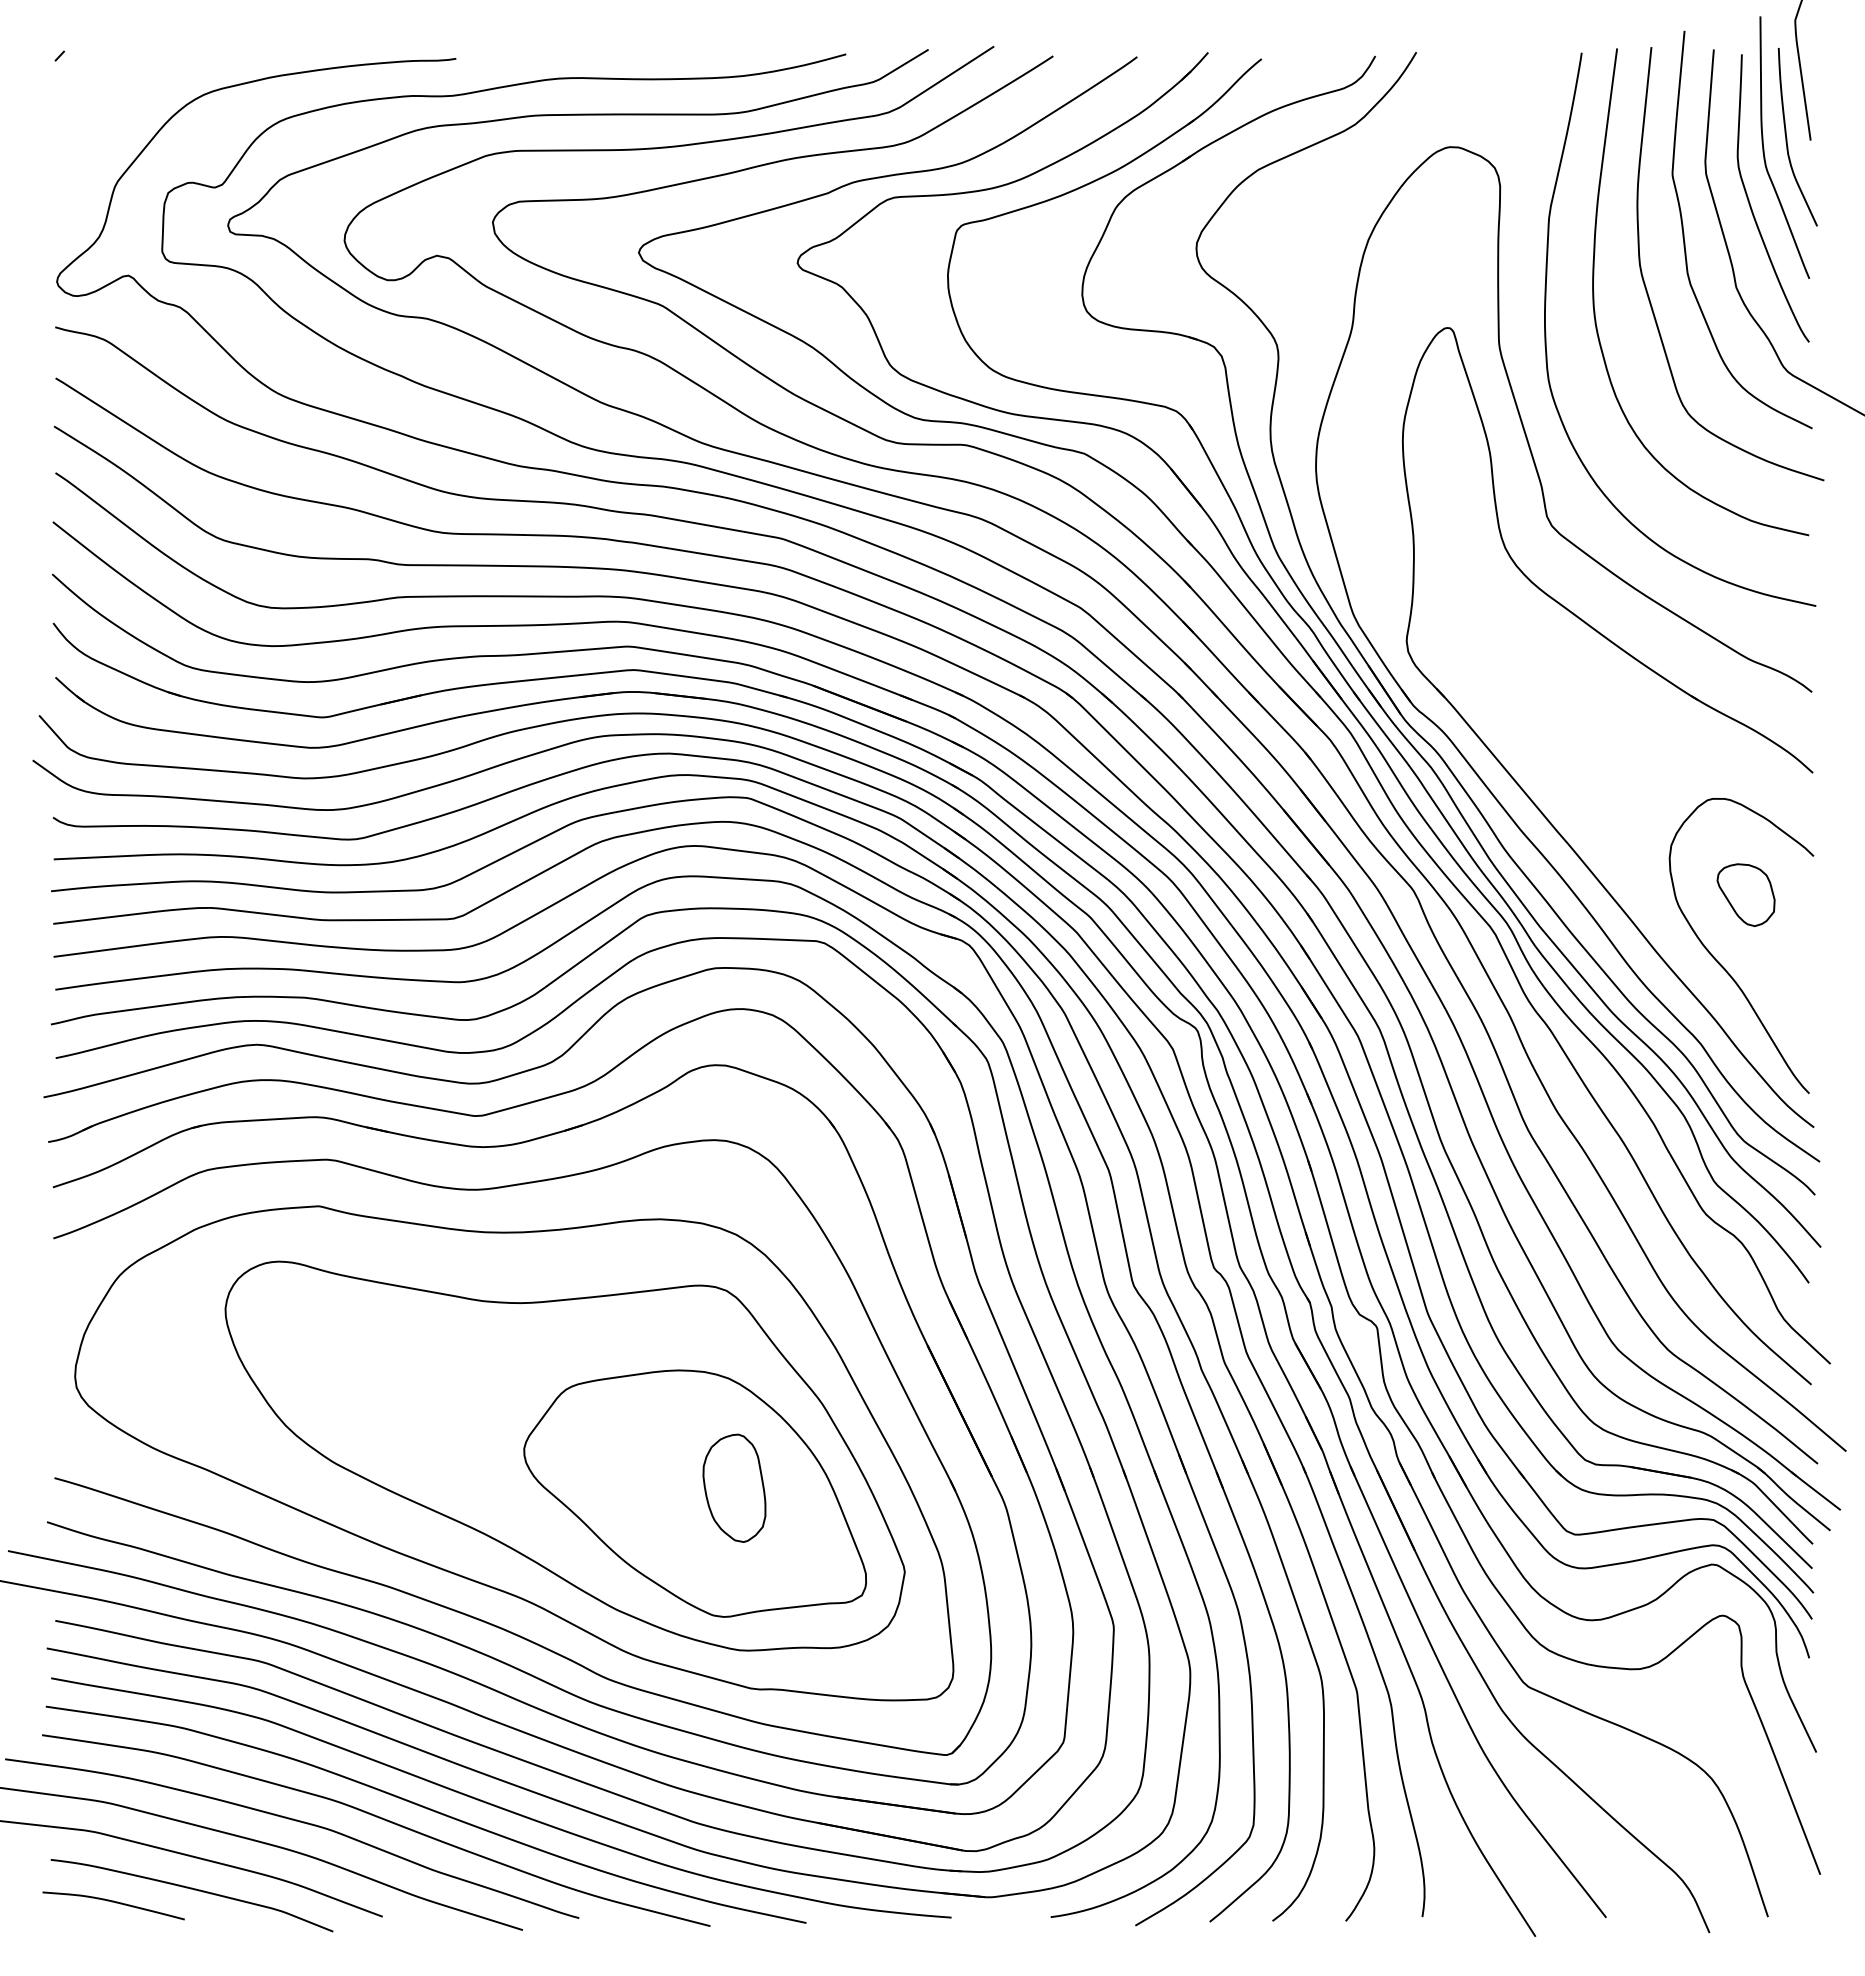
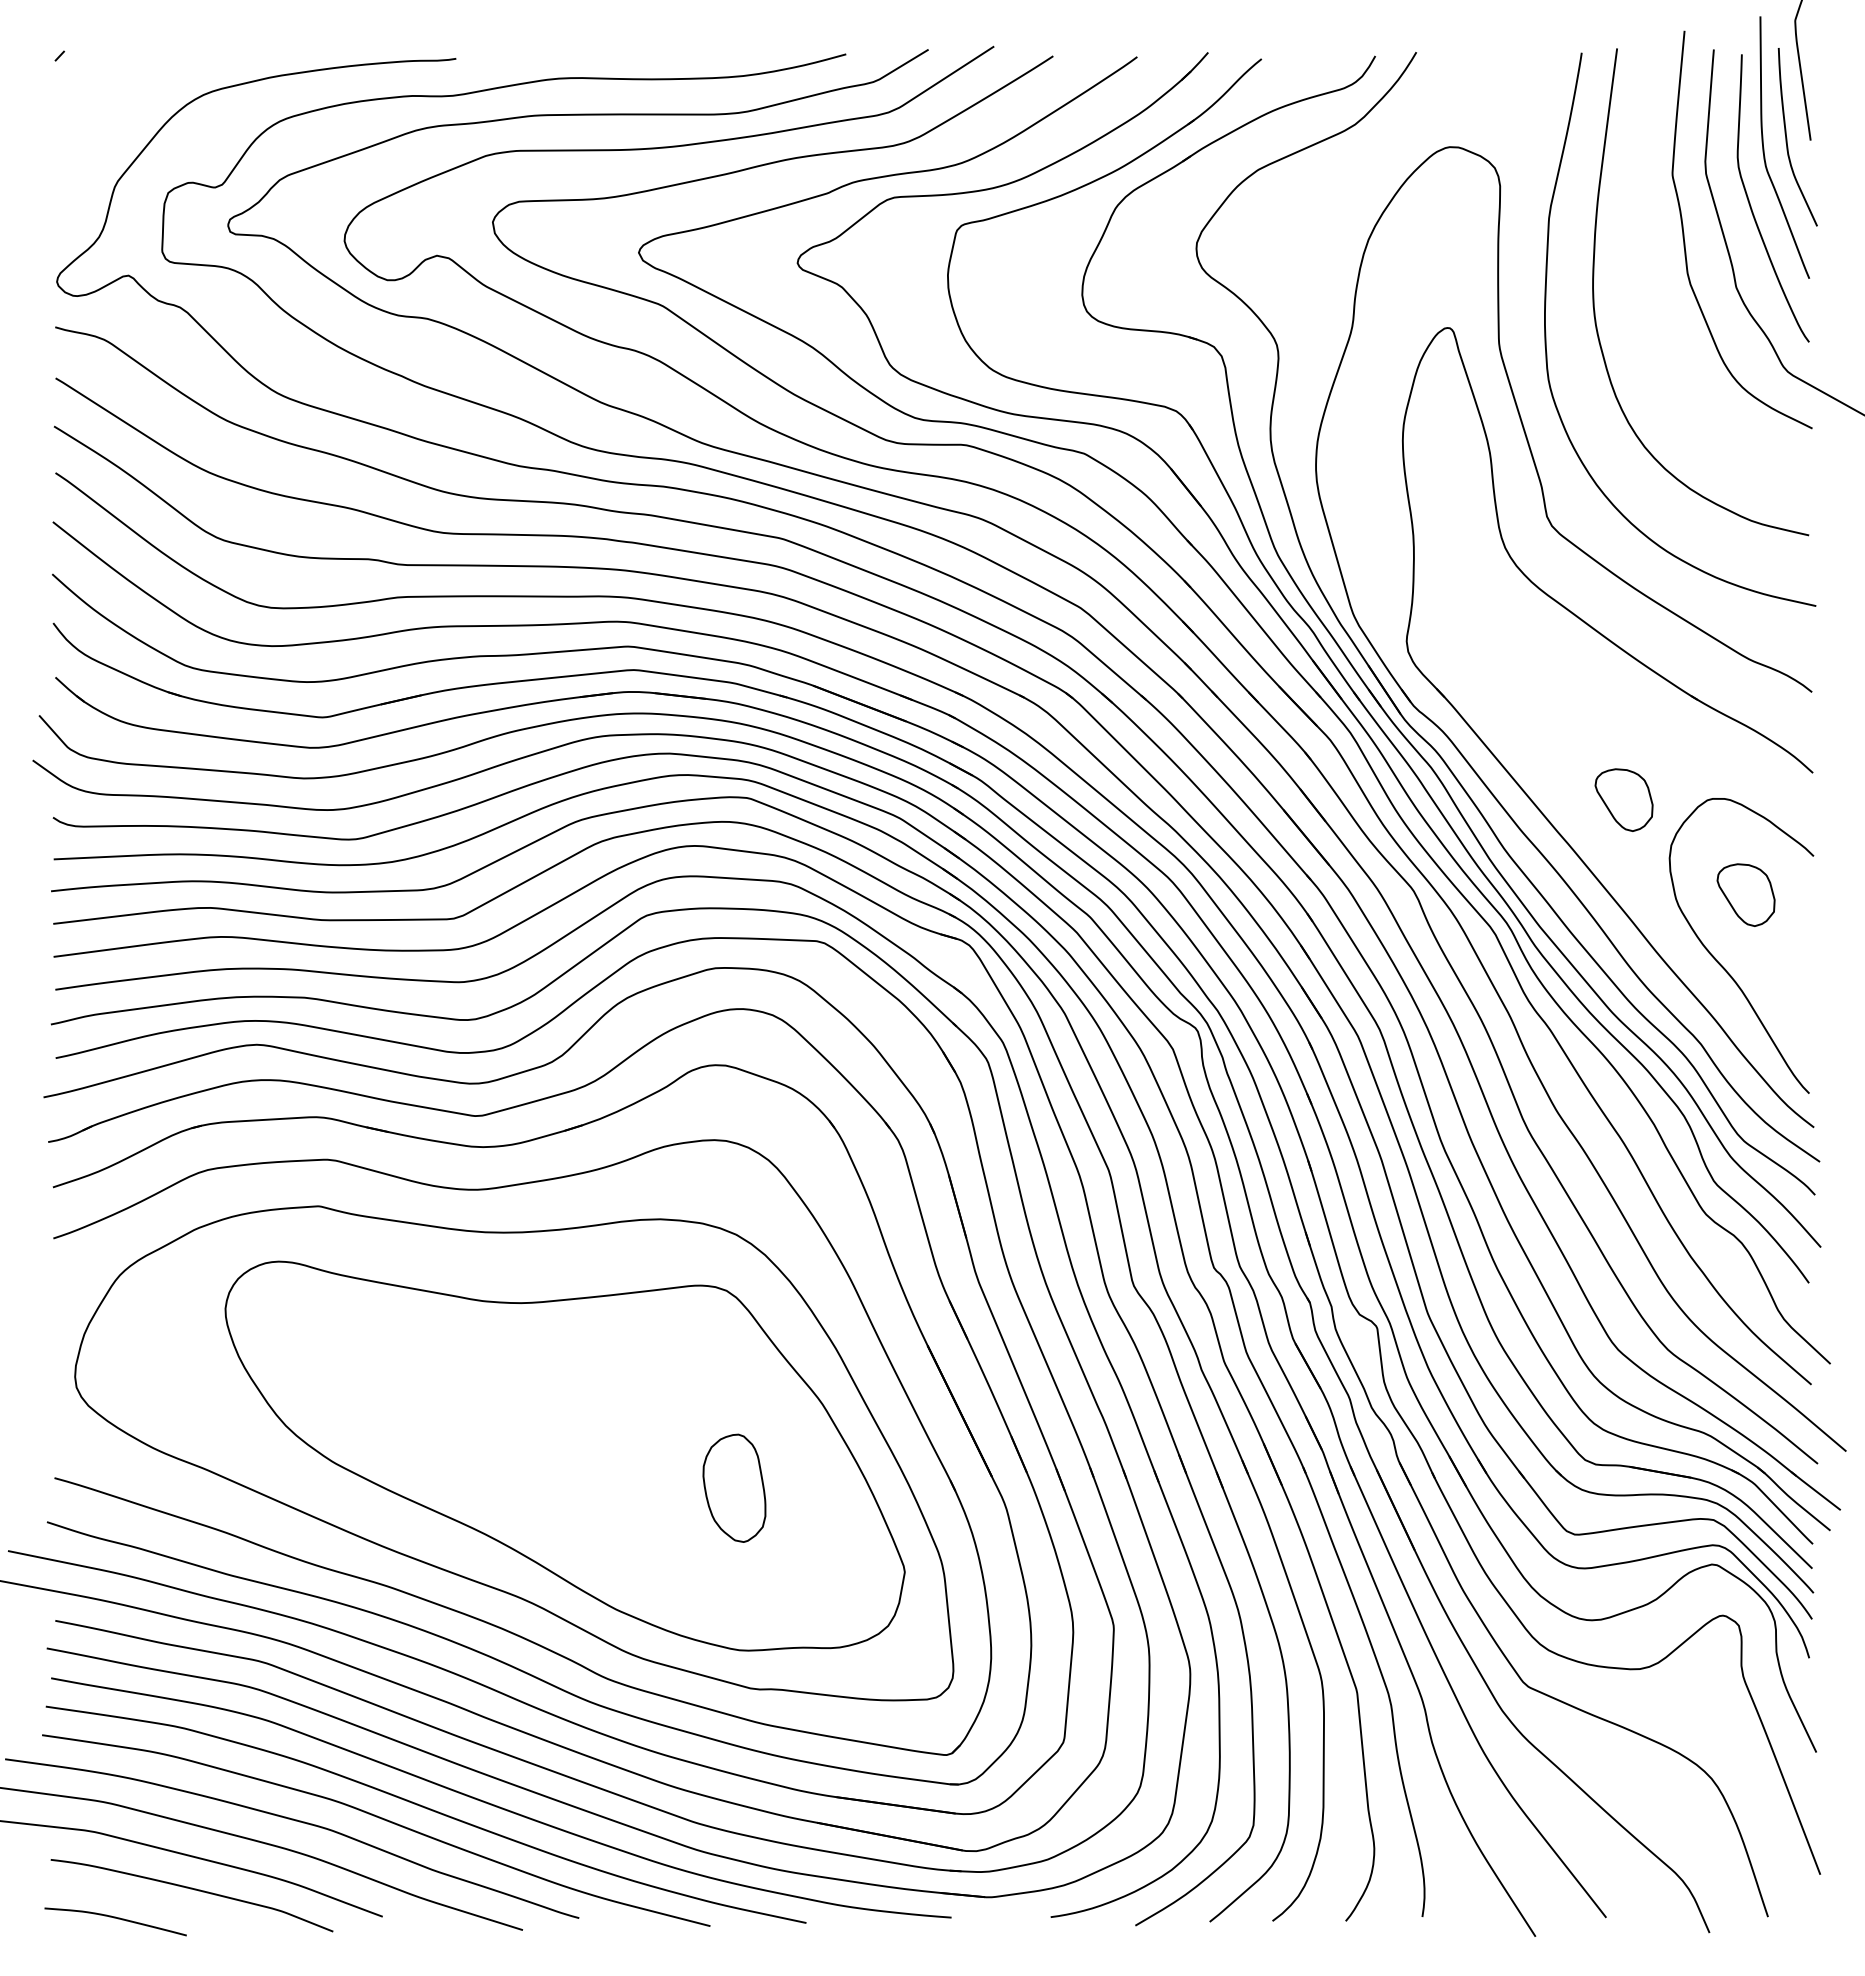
curve at (1647, 289): present -> none
part at (1623, 799): none -> present
part at (694, 1493): present -> none
curve at (113, 1902) position: (113, 1902) -> (115, 1918)
